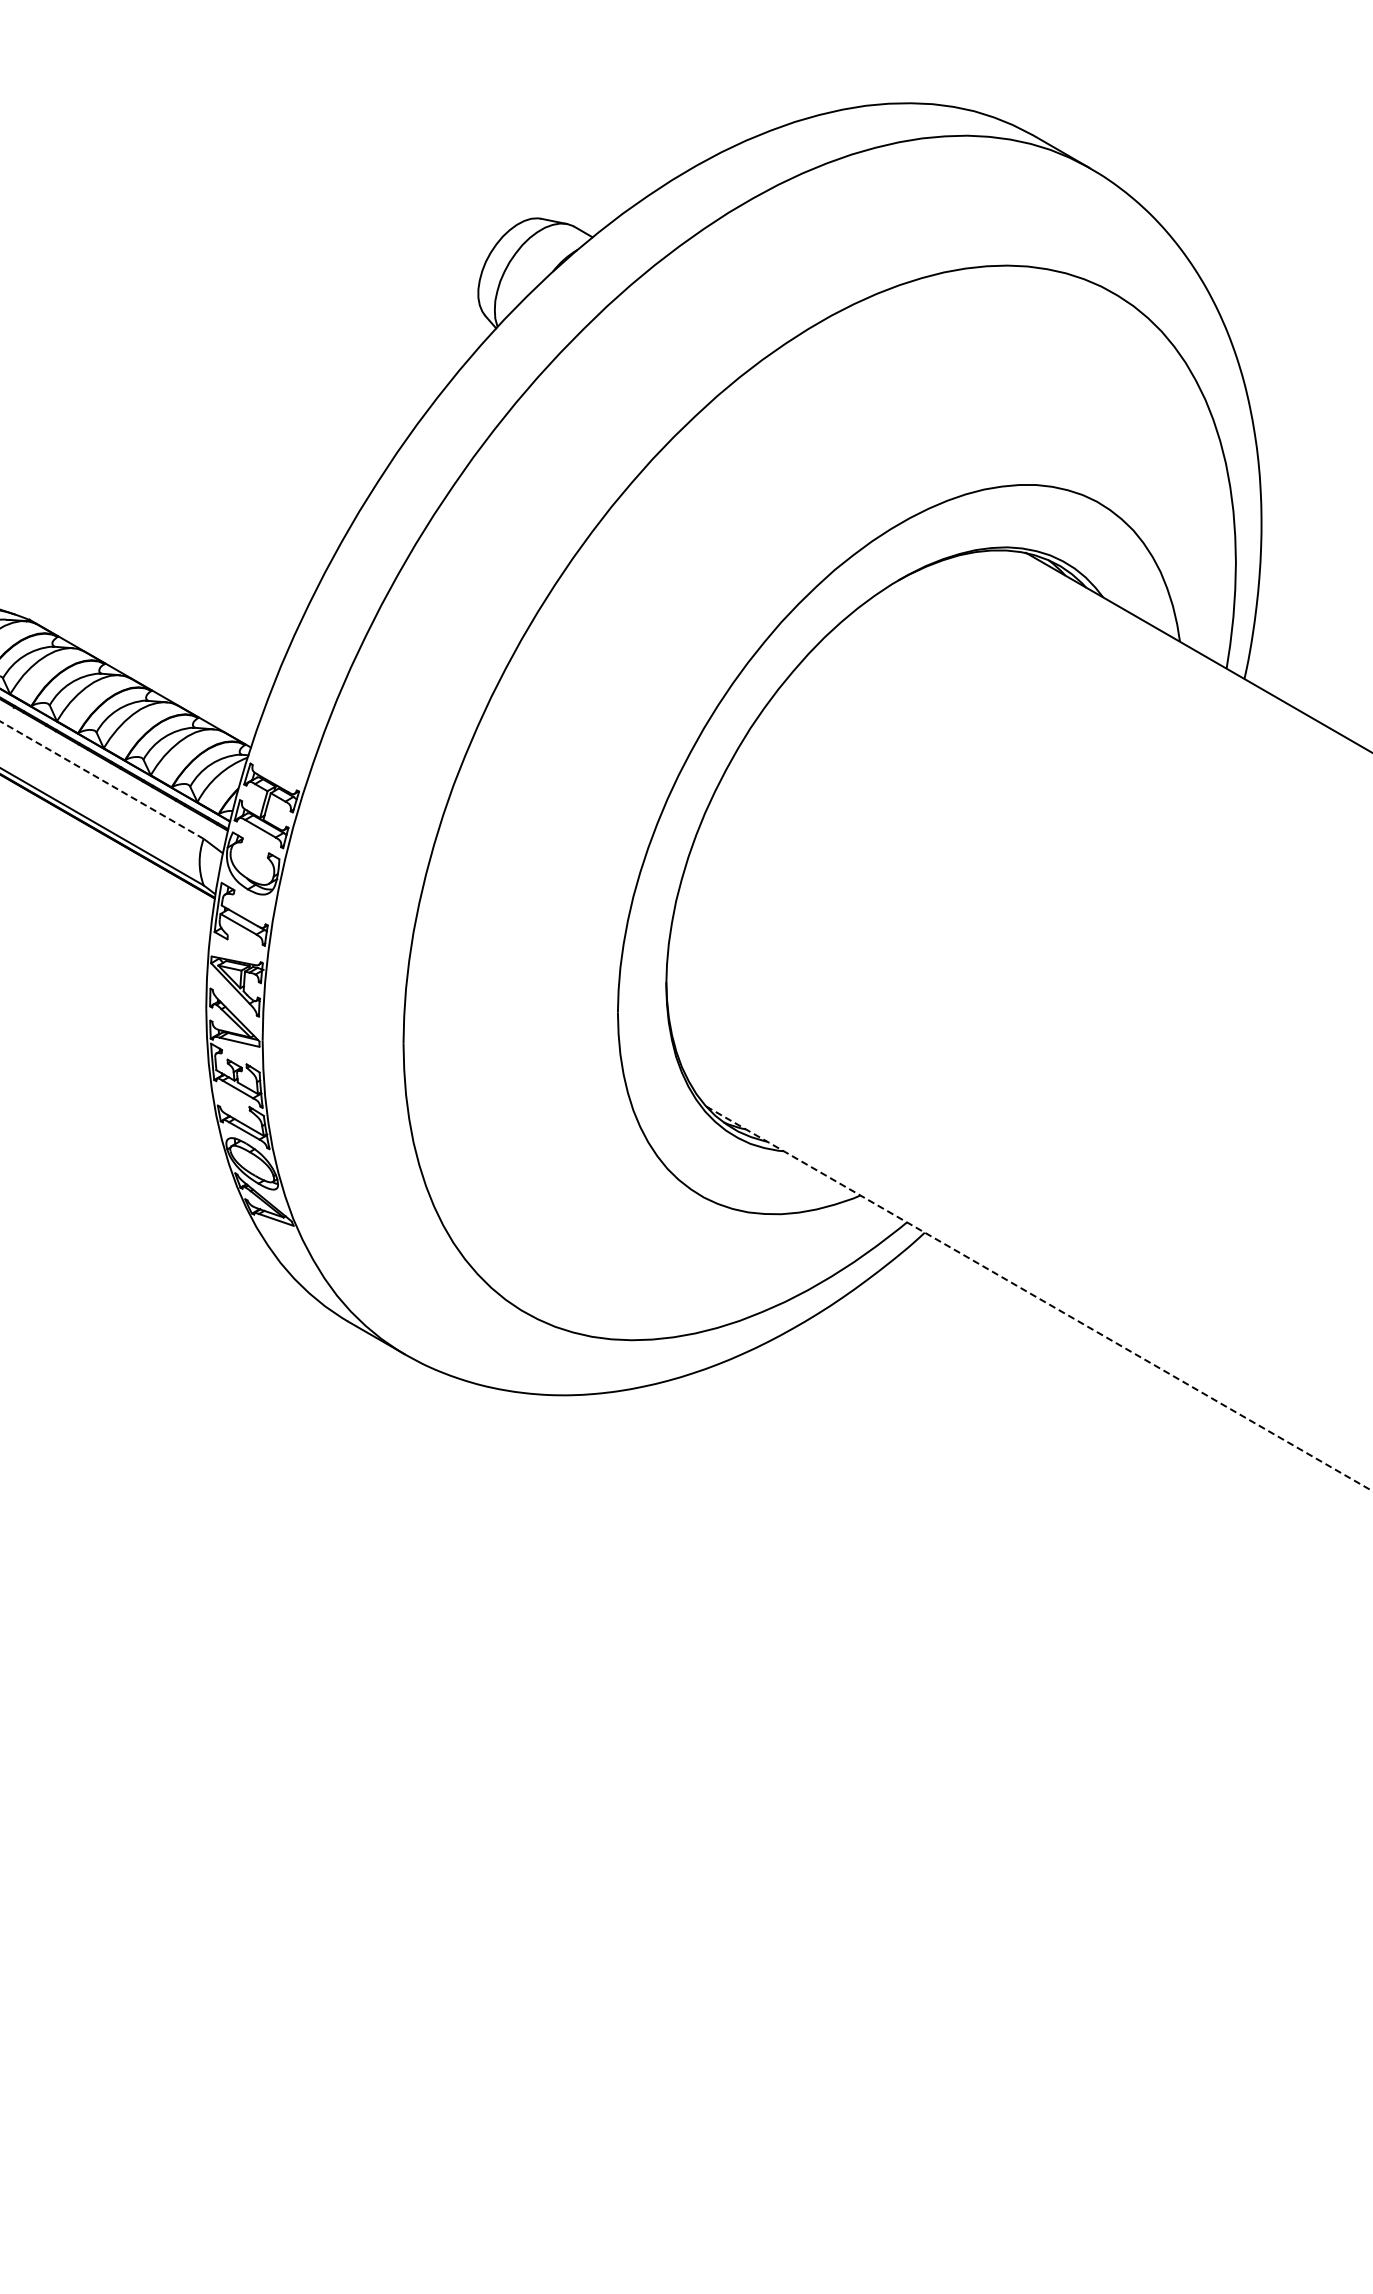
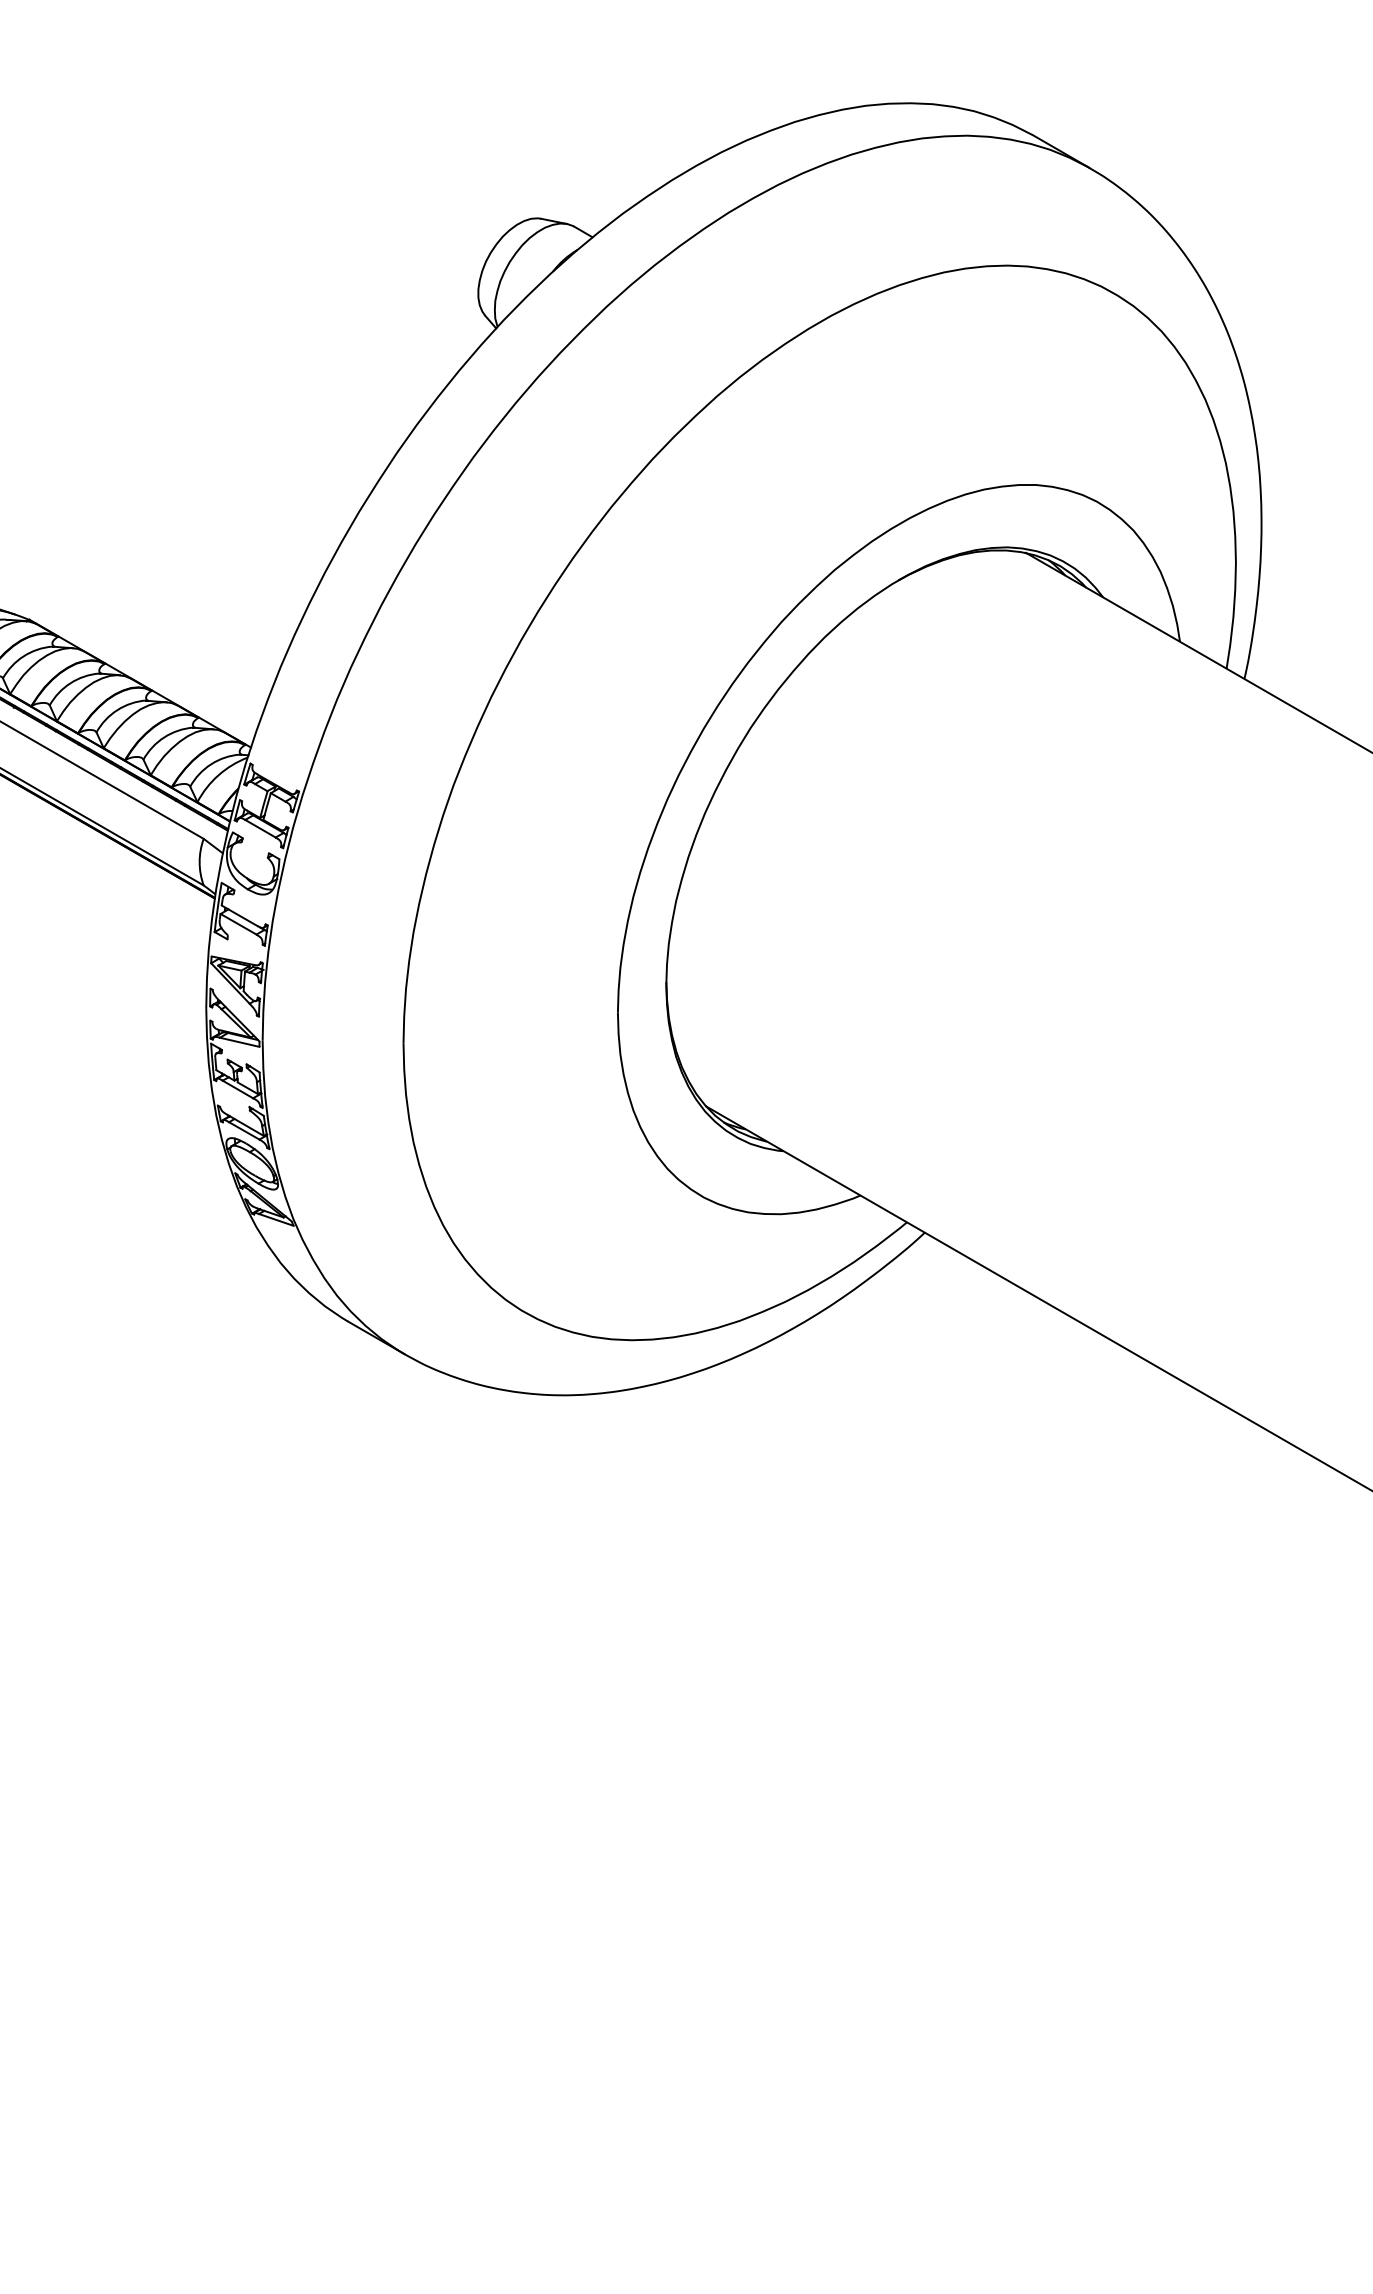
line at (101, 780): dashed -> solid
line at (1039, 1298): dashed -> solid
